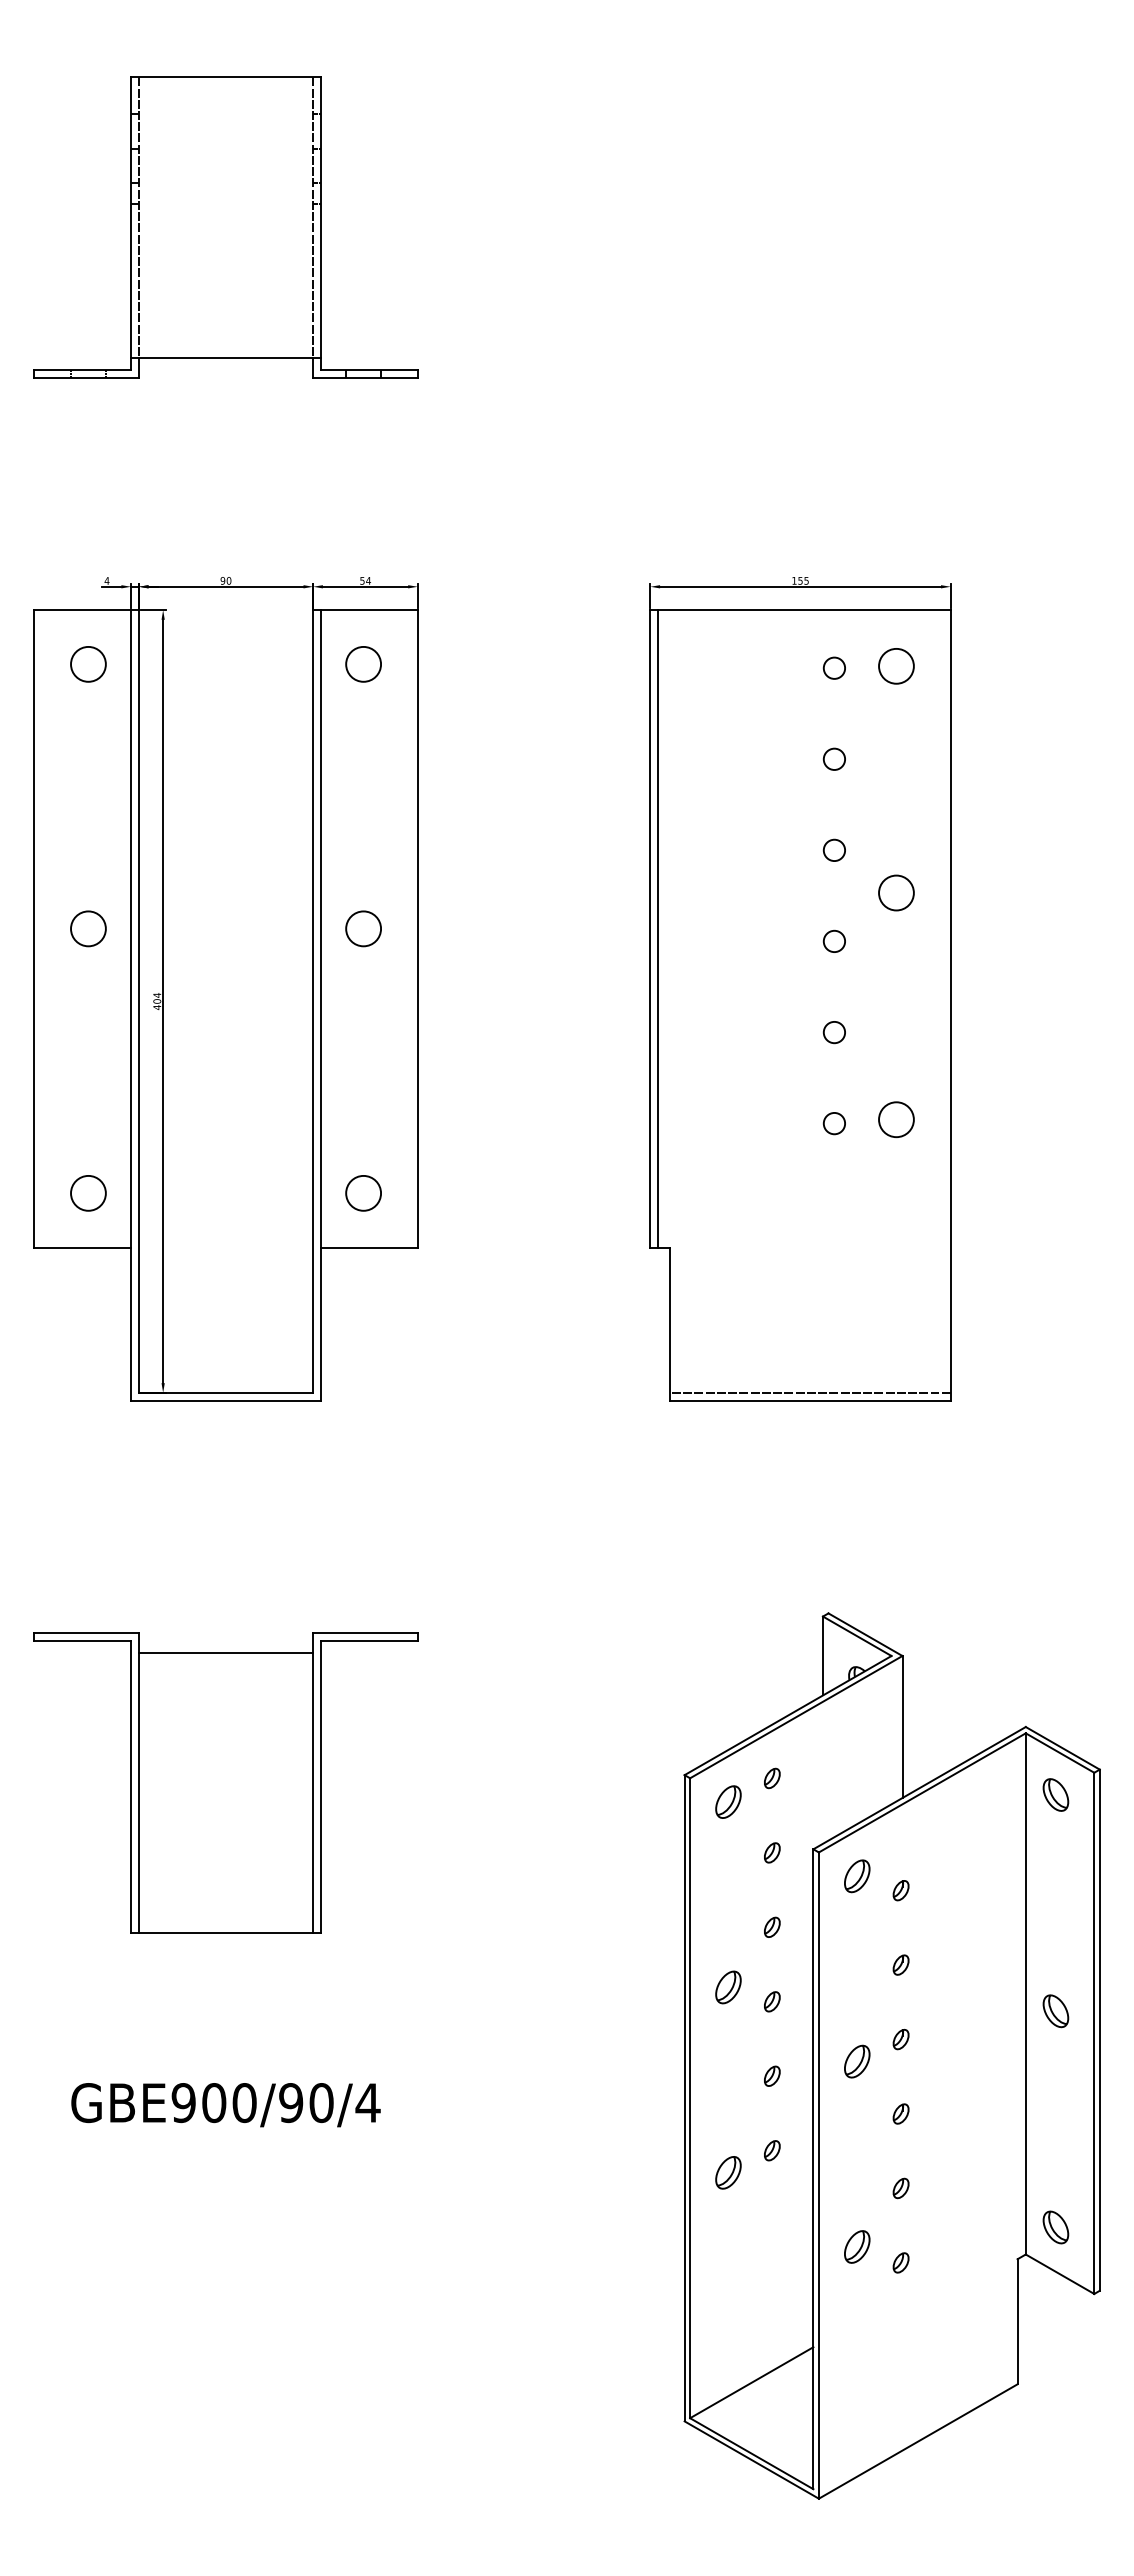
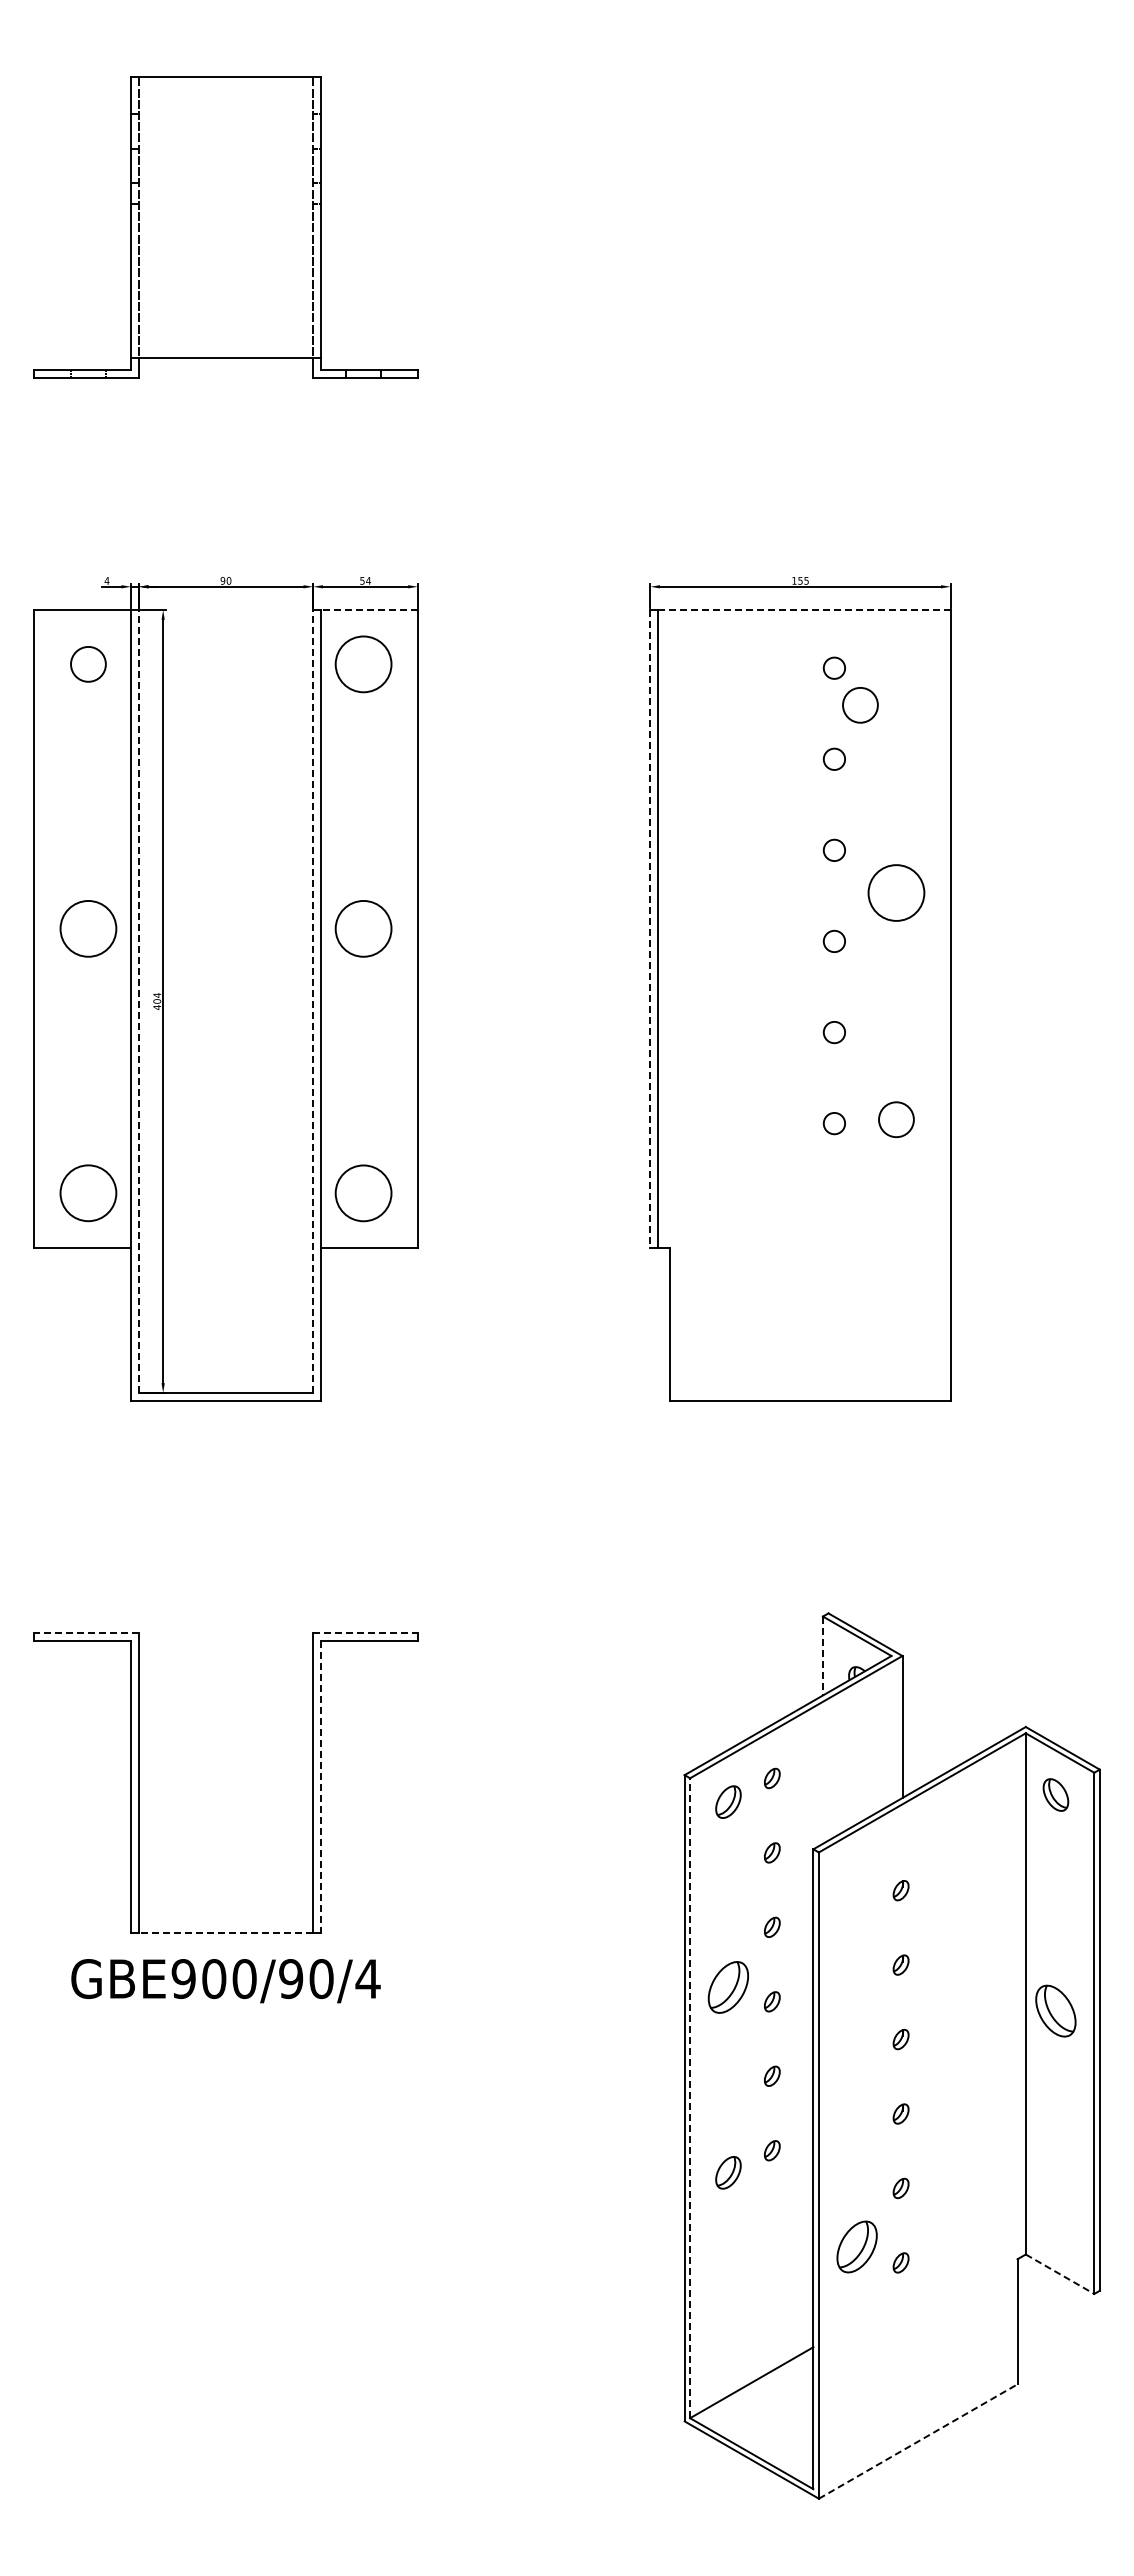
line at (368, 610): solid -> dashed
line at (804, 610): solid -> dashed
circle at (363, 663) diameter: 35 px -> 56 px
circle at (896, 666) position: (896, 666) -> (860, 705)
circle at (896, 892) diameter: 35 px -> 56 px
circle at (88, 928) diameter: 35 px -> 56 px
circle at (363, 928) diameter: 35 px -> 56 px
line at (650, 928): solid -> dashed
line at (138, 1000): solid -> dashed
line at (313, 1000): solid -> dashed
circle at (363, 1192) diameter: 35 px -> 56 px
circle at (88, 1193) size: 37x37 px -> 59x59 px
line at (809, 1392): present -> none
line at (86, 1633): solid -> dashed
line at (366, 1633): solid -> dashed
line at (225, 1652): present -> none
line at (823, 1656): solid -> dashed
line at (320, 1787): solid -> dashed
part at (857, 1876): present -> none
line at (225, 1933): solid -> dashed
part at (728, 1987) size: 27x35 px -> 42x53 px
part at (1055, 2011) size: 28x35 px -> 42x54 px
part at (857, 2061): present -> none
line at (690, 2098): solid -> dashed
text at (225, 2105) position: (225, 2105) -> (225, 1981)
part at (1055, 2227): present -> none
part at (857, 2246) size: 27x34 px -> 42x54 px
line at (1060, 2274): solid -> dashed
line at (918, 2441): solid -> dashed
